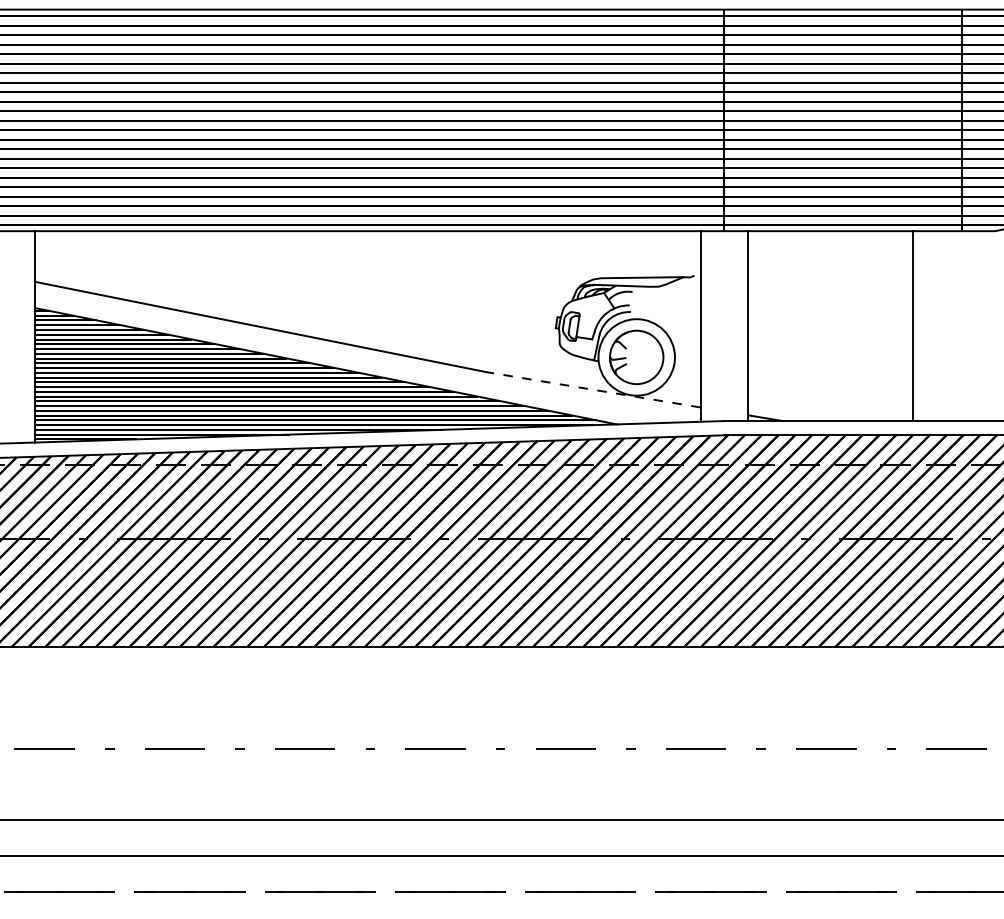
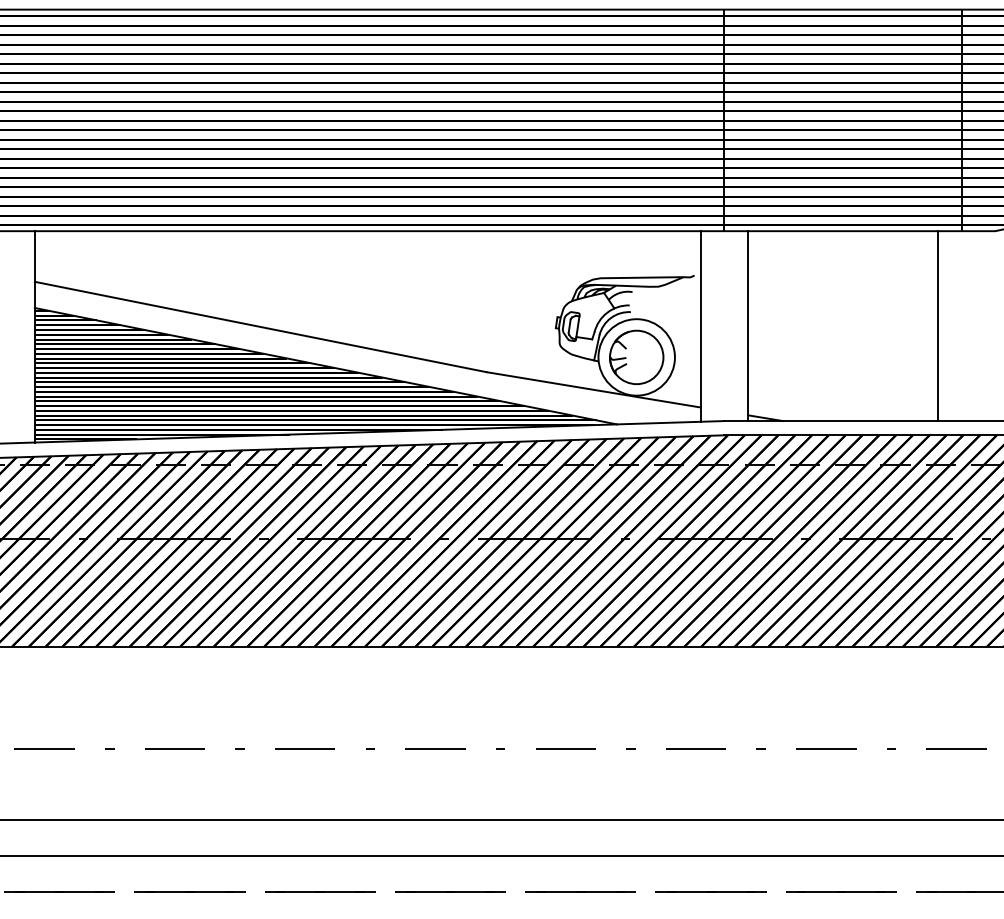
line at (913, 326) position: (913, 326) -> (938, 326)
line at (593, 389): dashed -> solid
